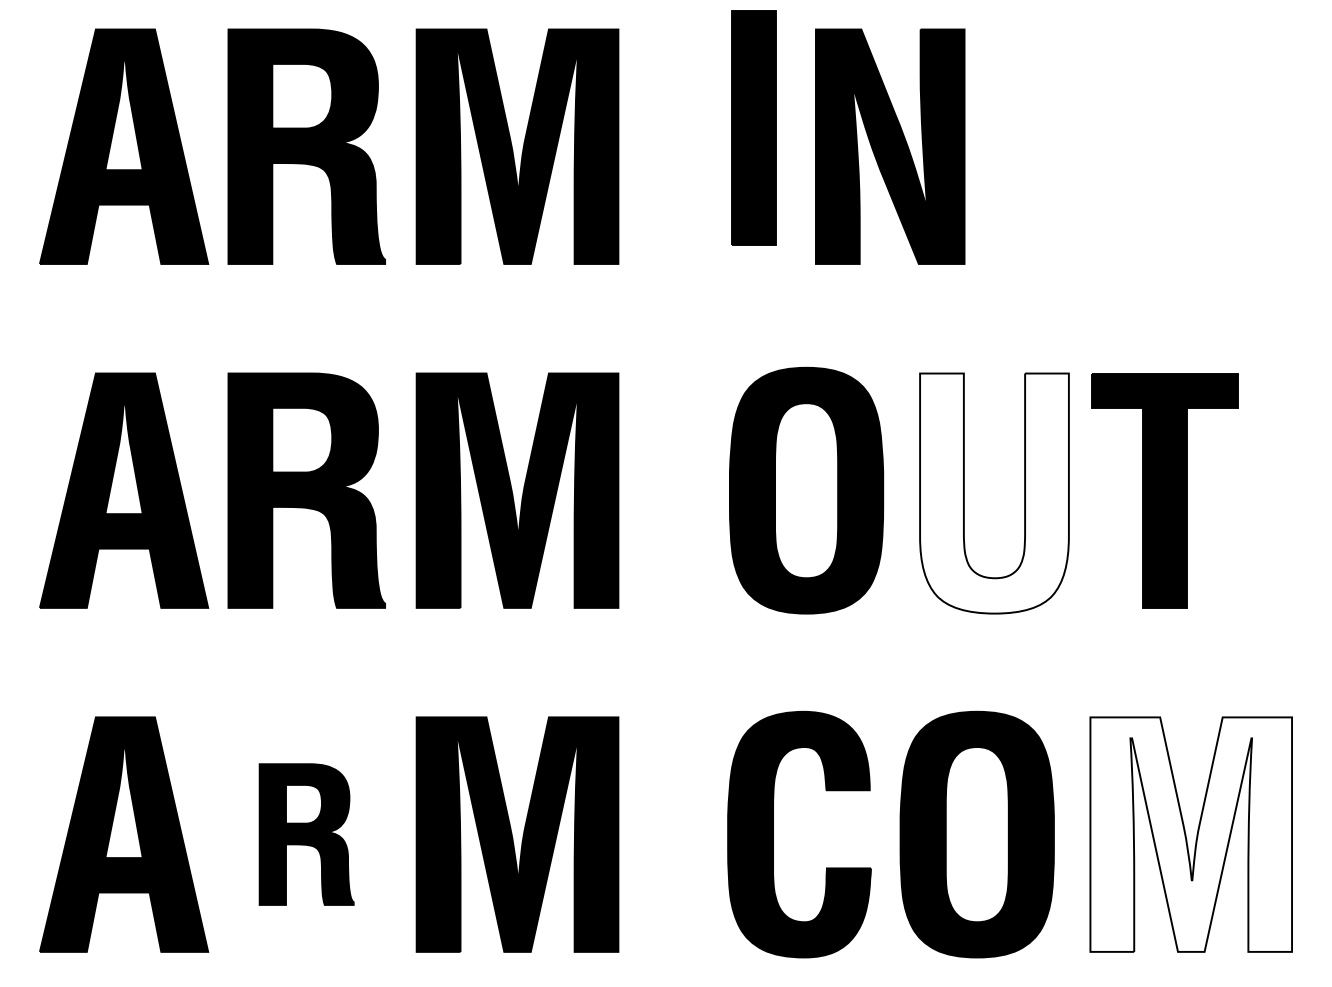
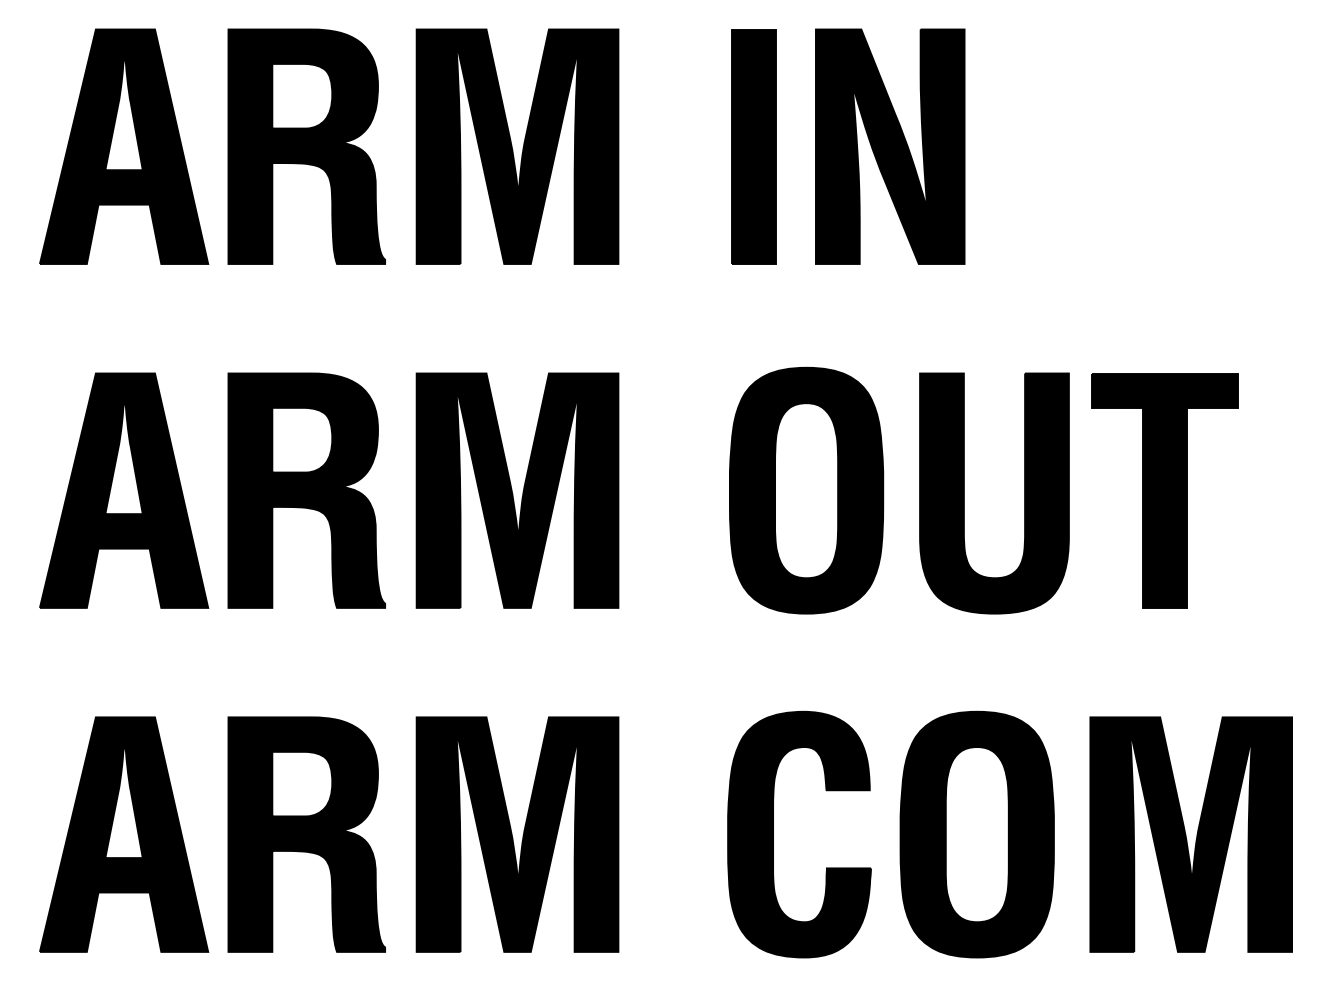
part at (753, 127) position: (753, 127) -> (753, 146)
fill at (994, 493): none -> present
part at (306, 834) size: 97x143 px -> 159x237 px
fill at (1191, 834): none -> present
